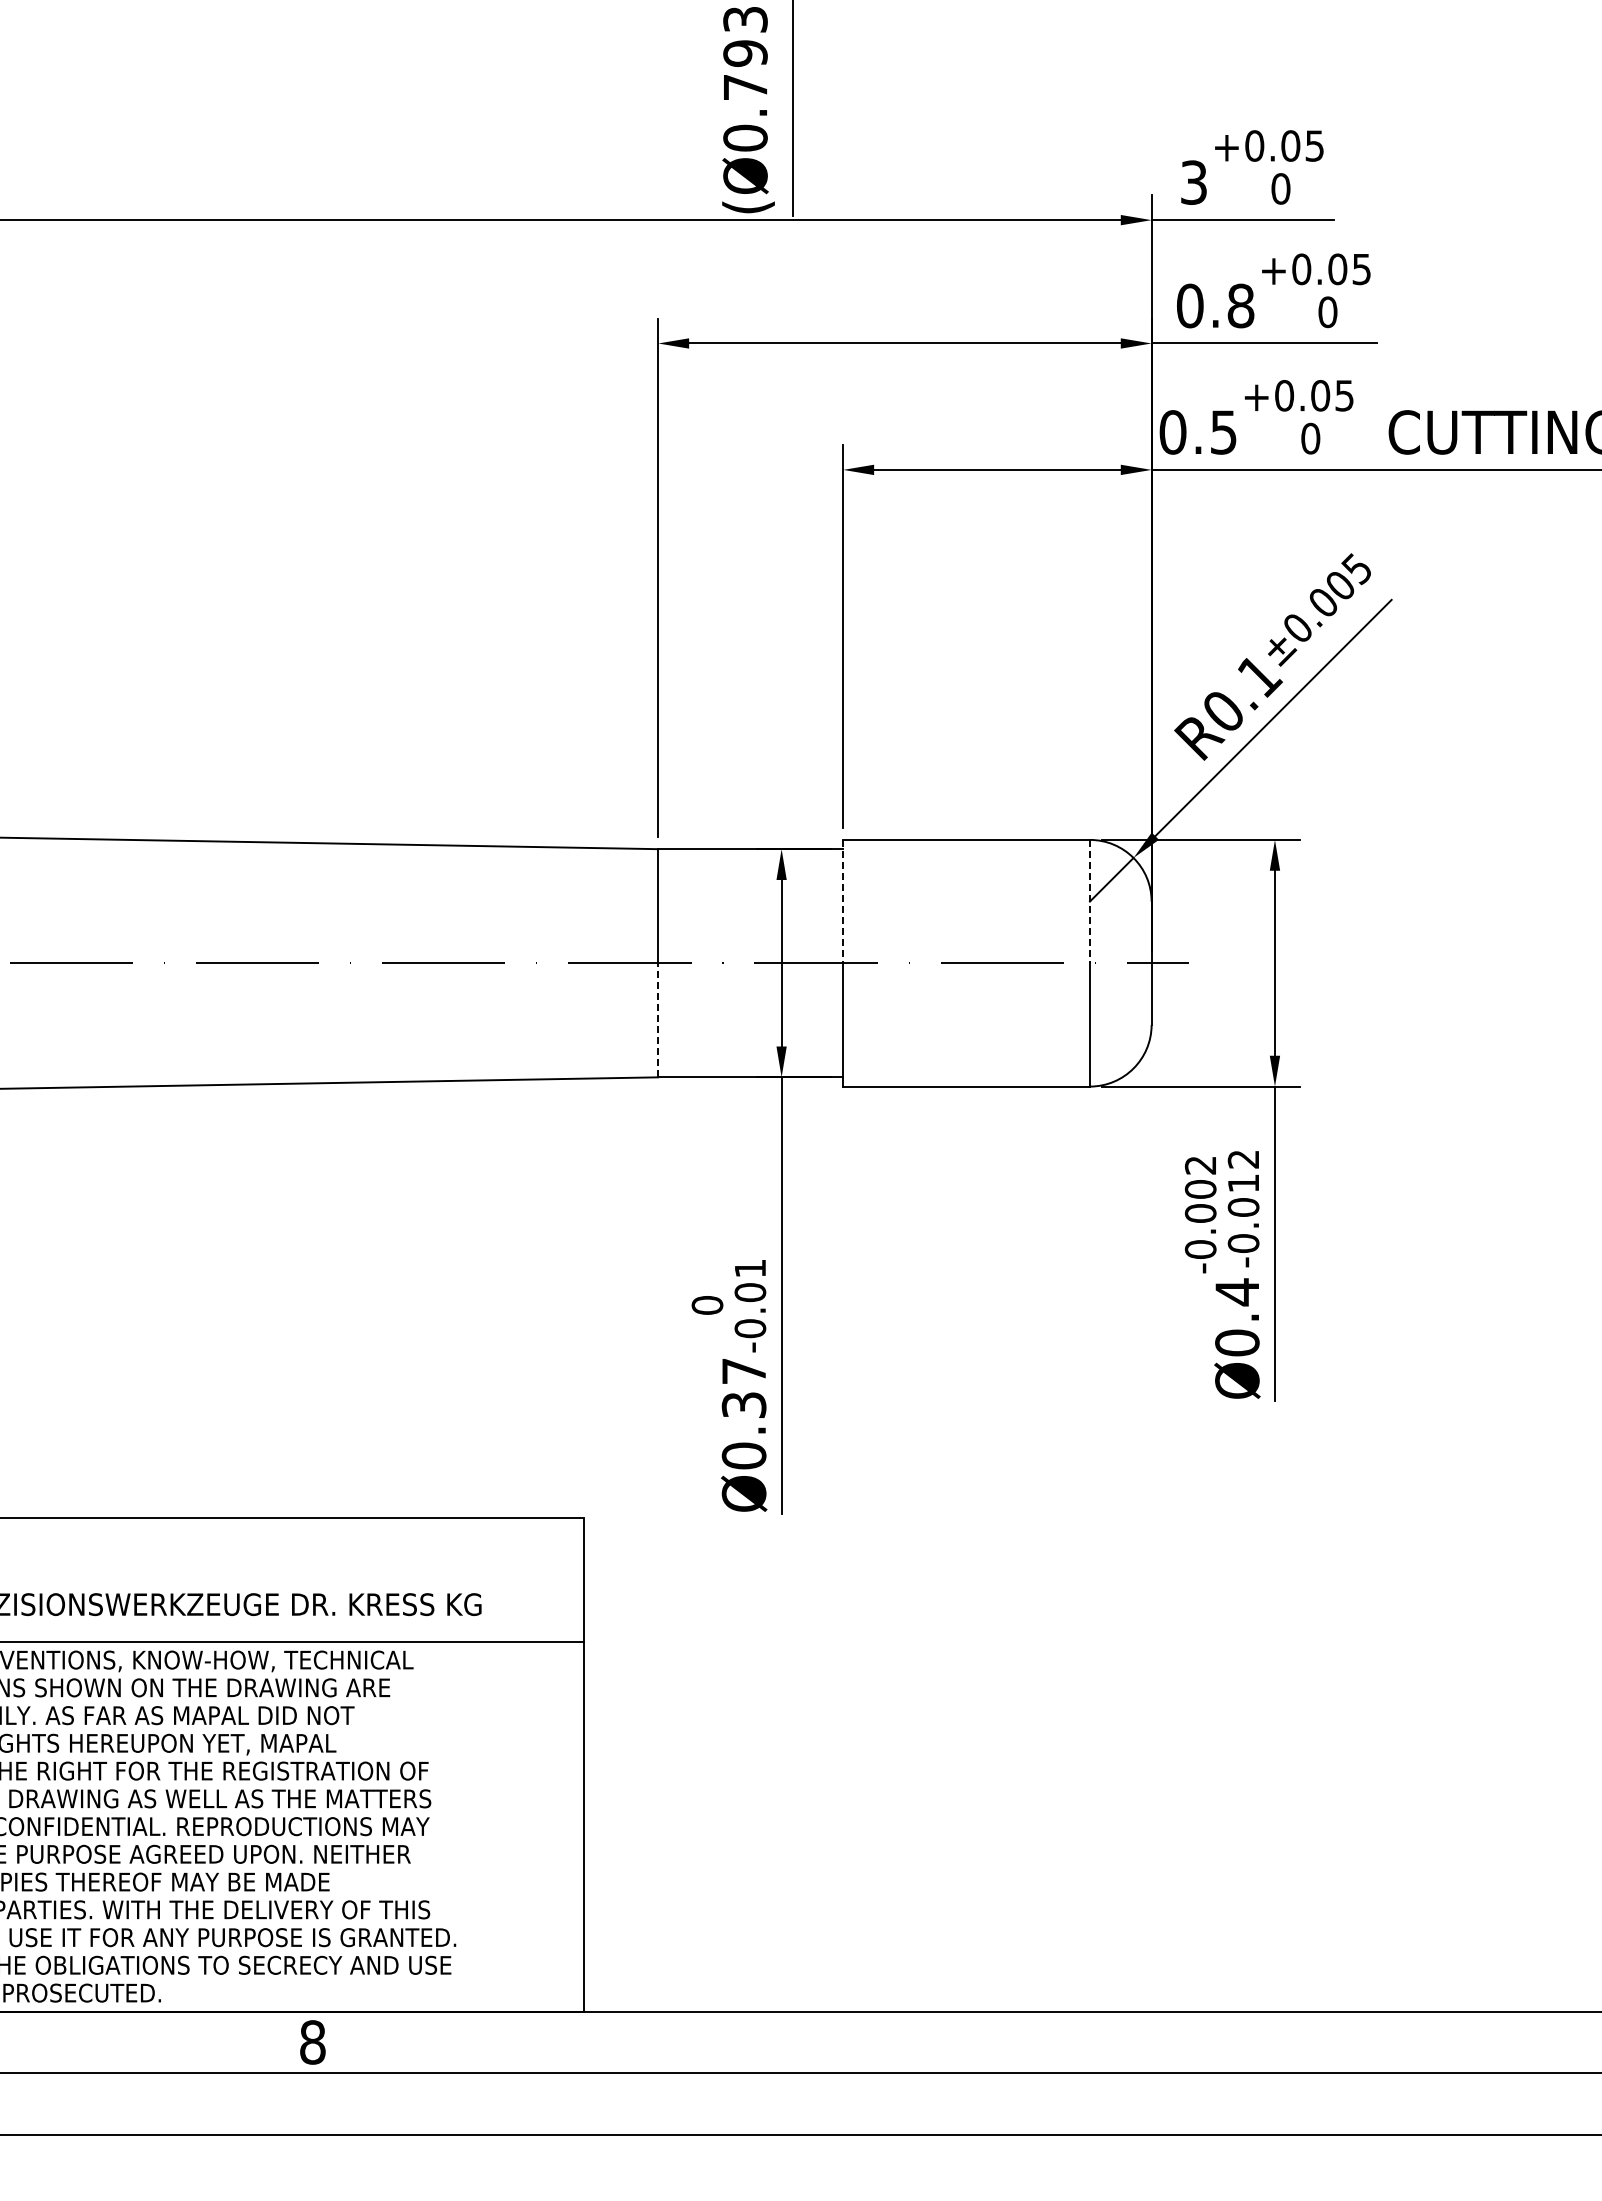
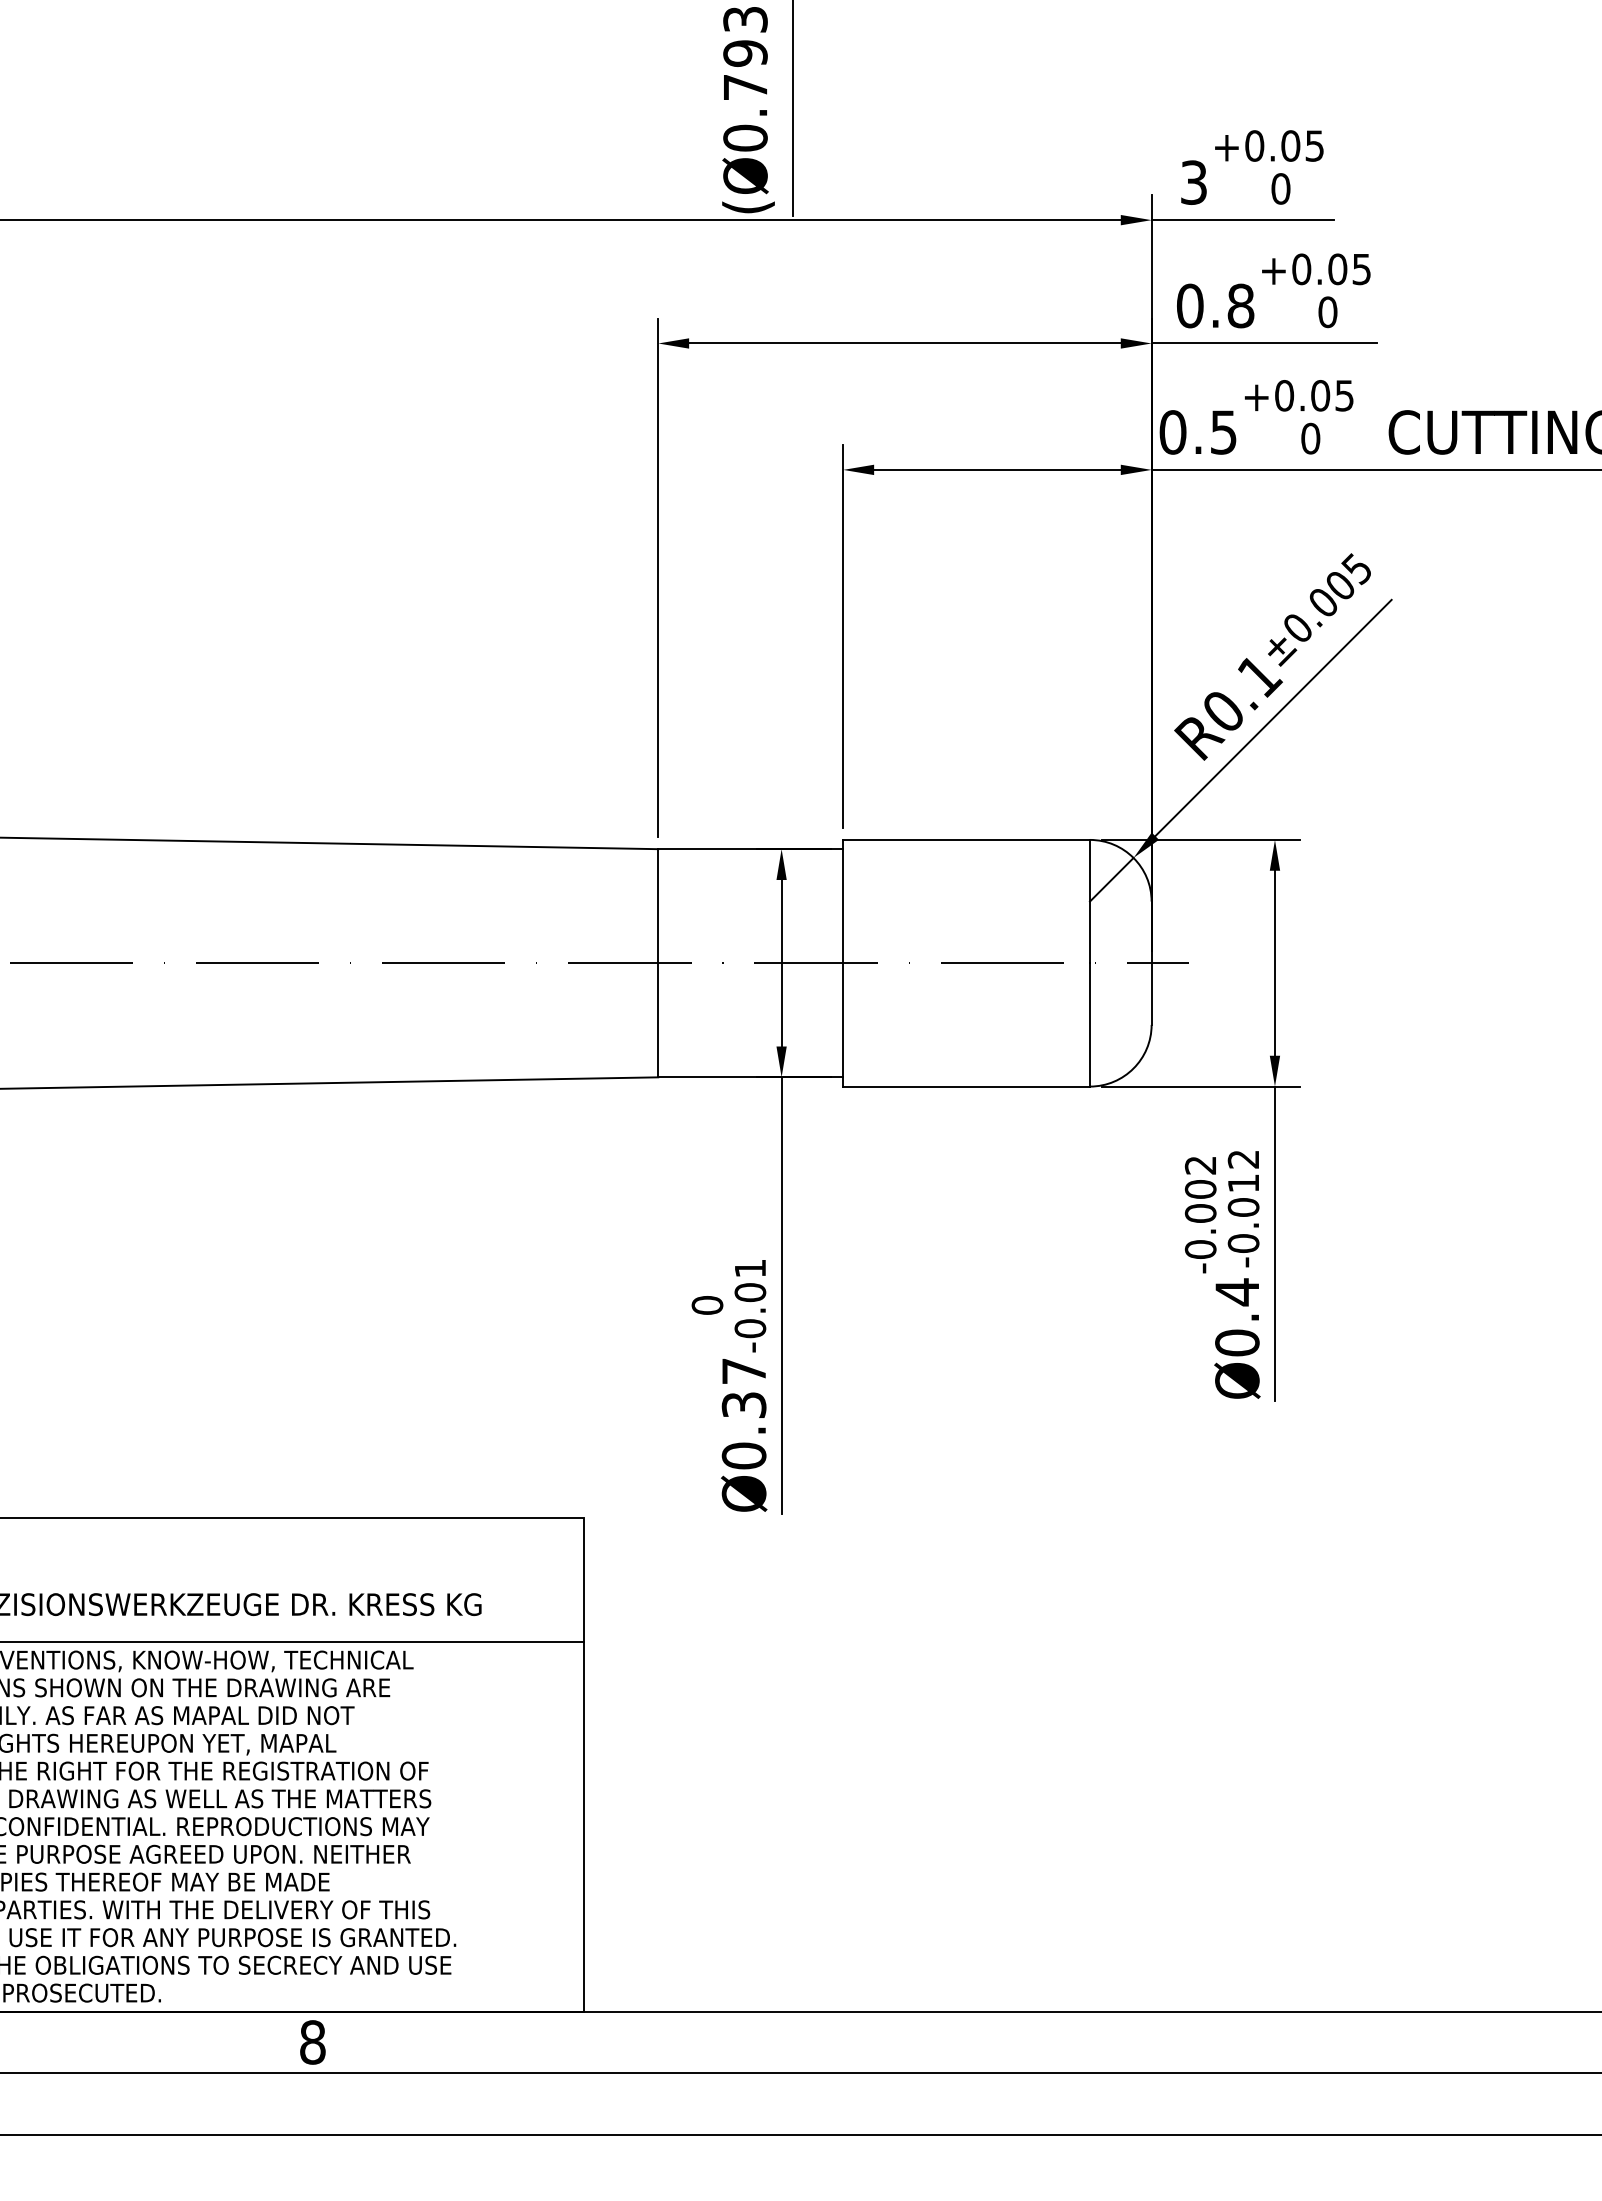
line at (843, 901): dashed -> solid
line at (1089, 901): dashed -> solid
line at (658, 1019): dashed -> solid
